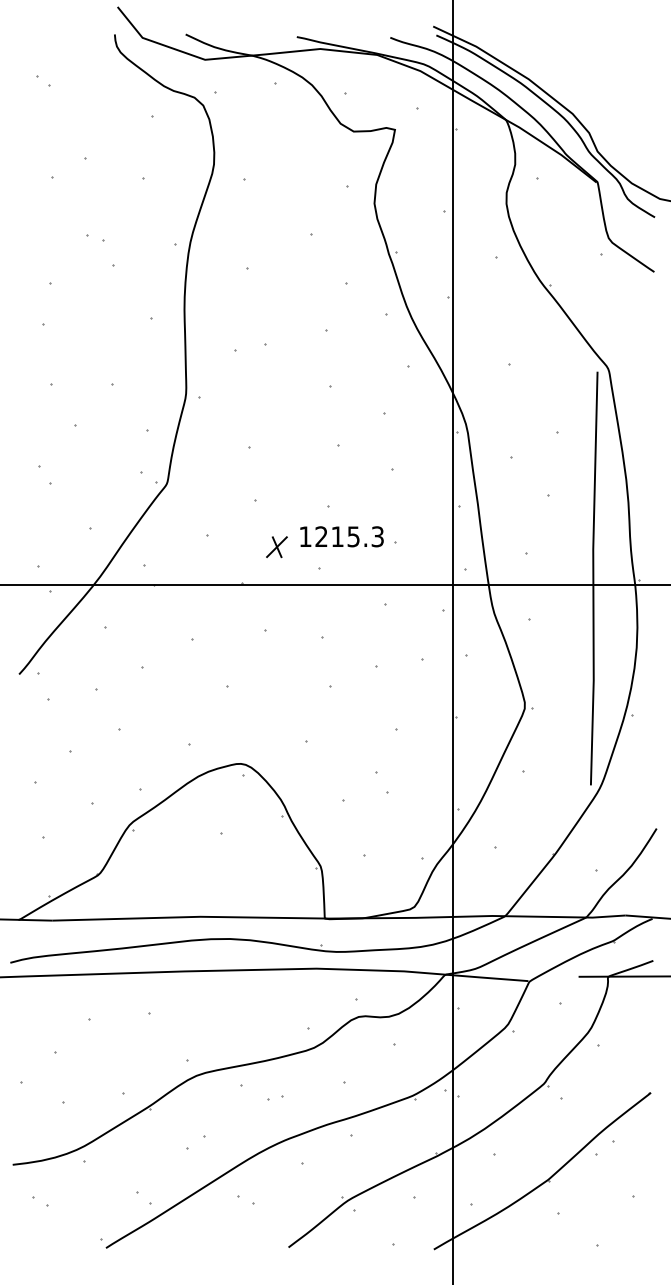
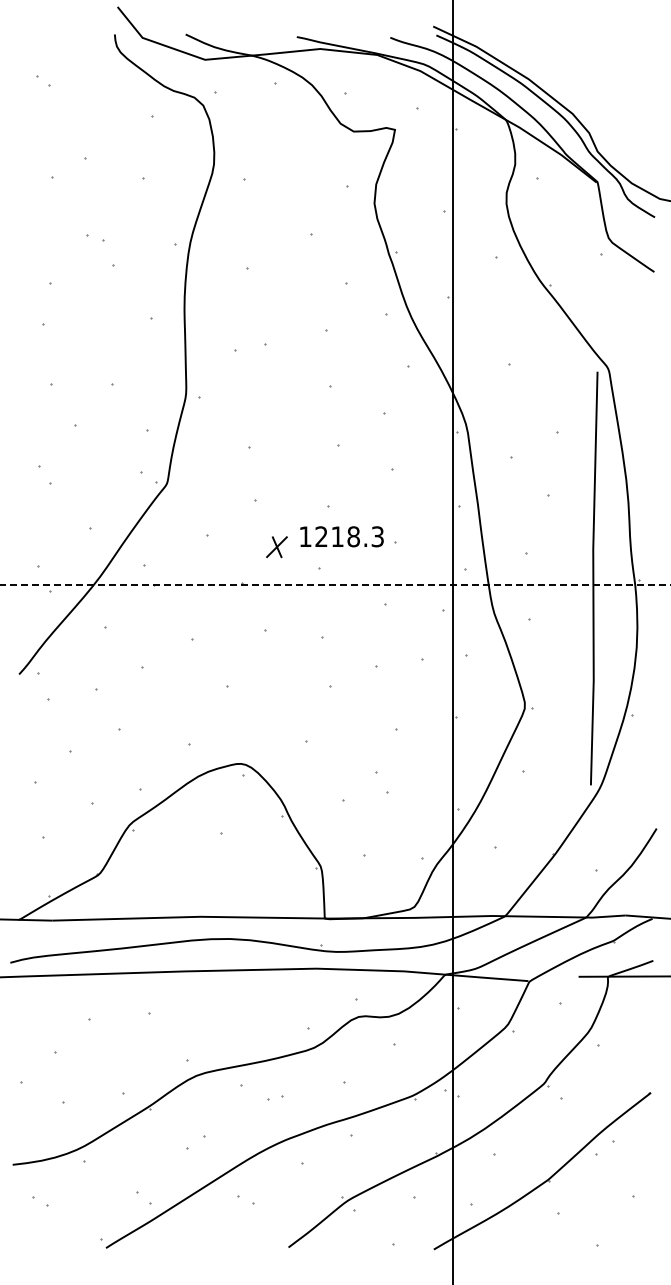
text at (353, 536): 1215.3 -> 1218.3
line at (336, 584): solid -> dashed
